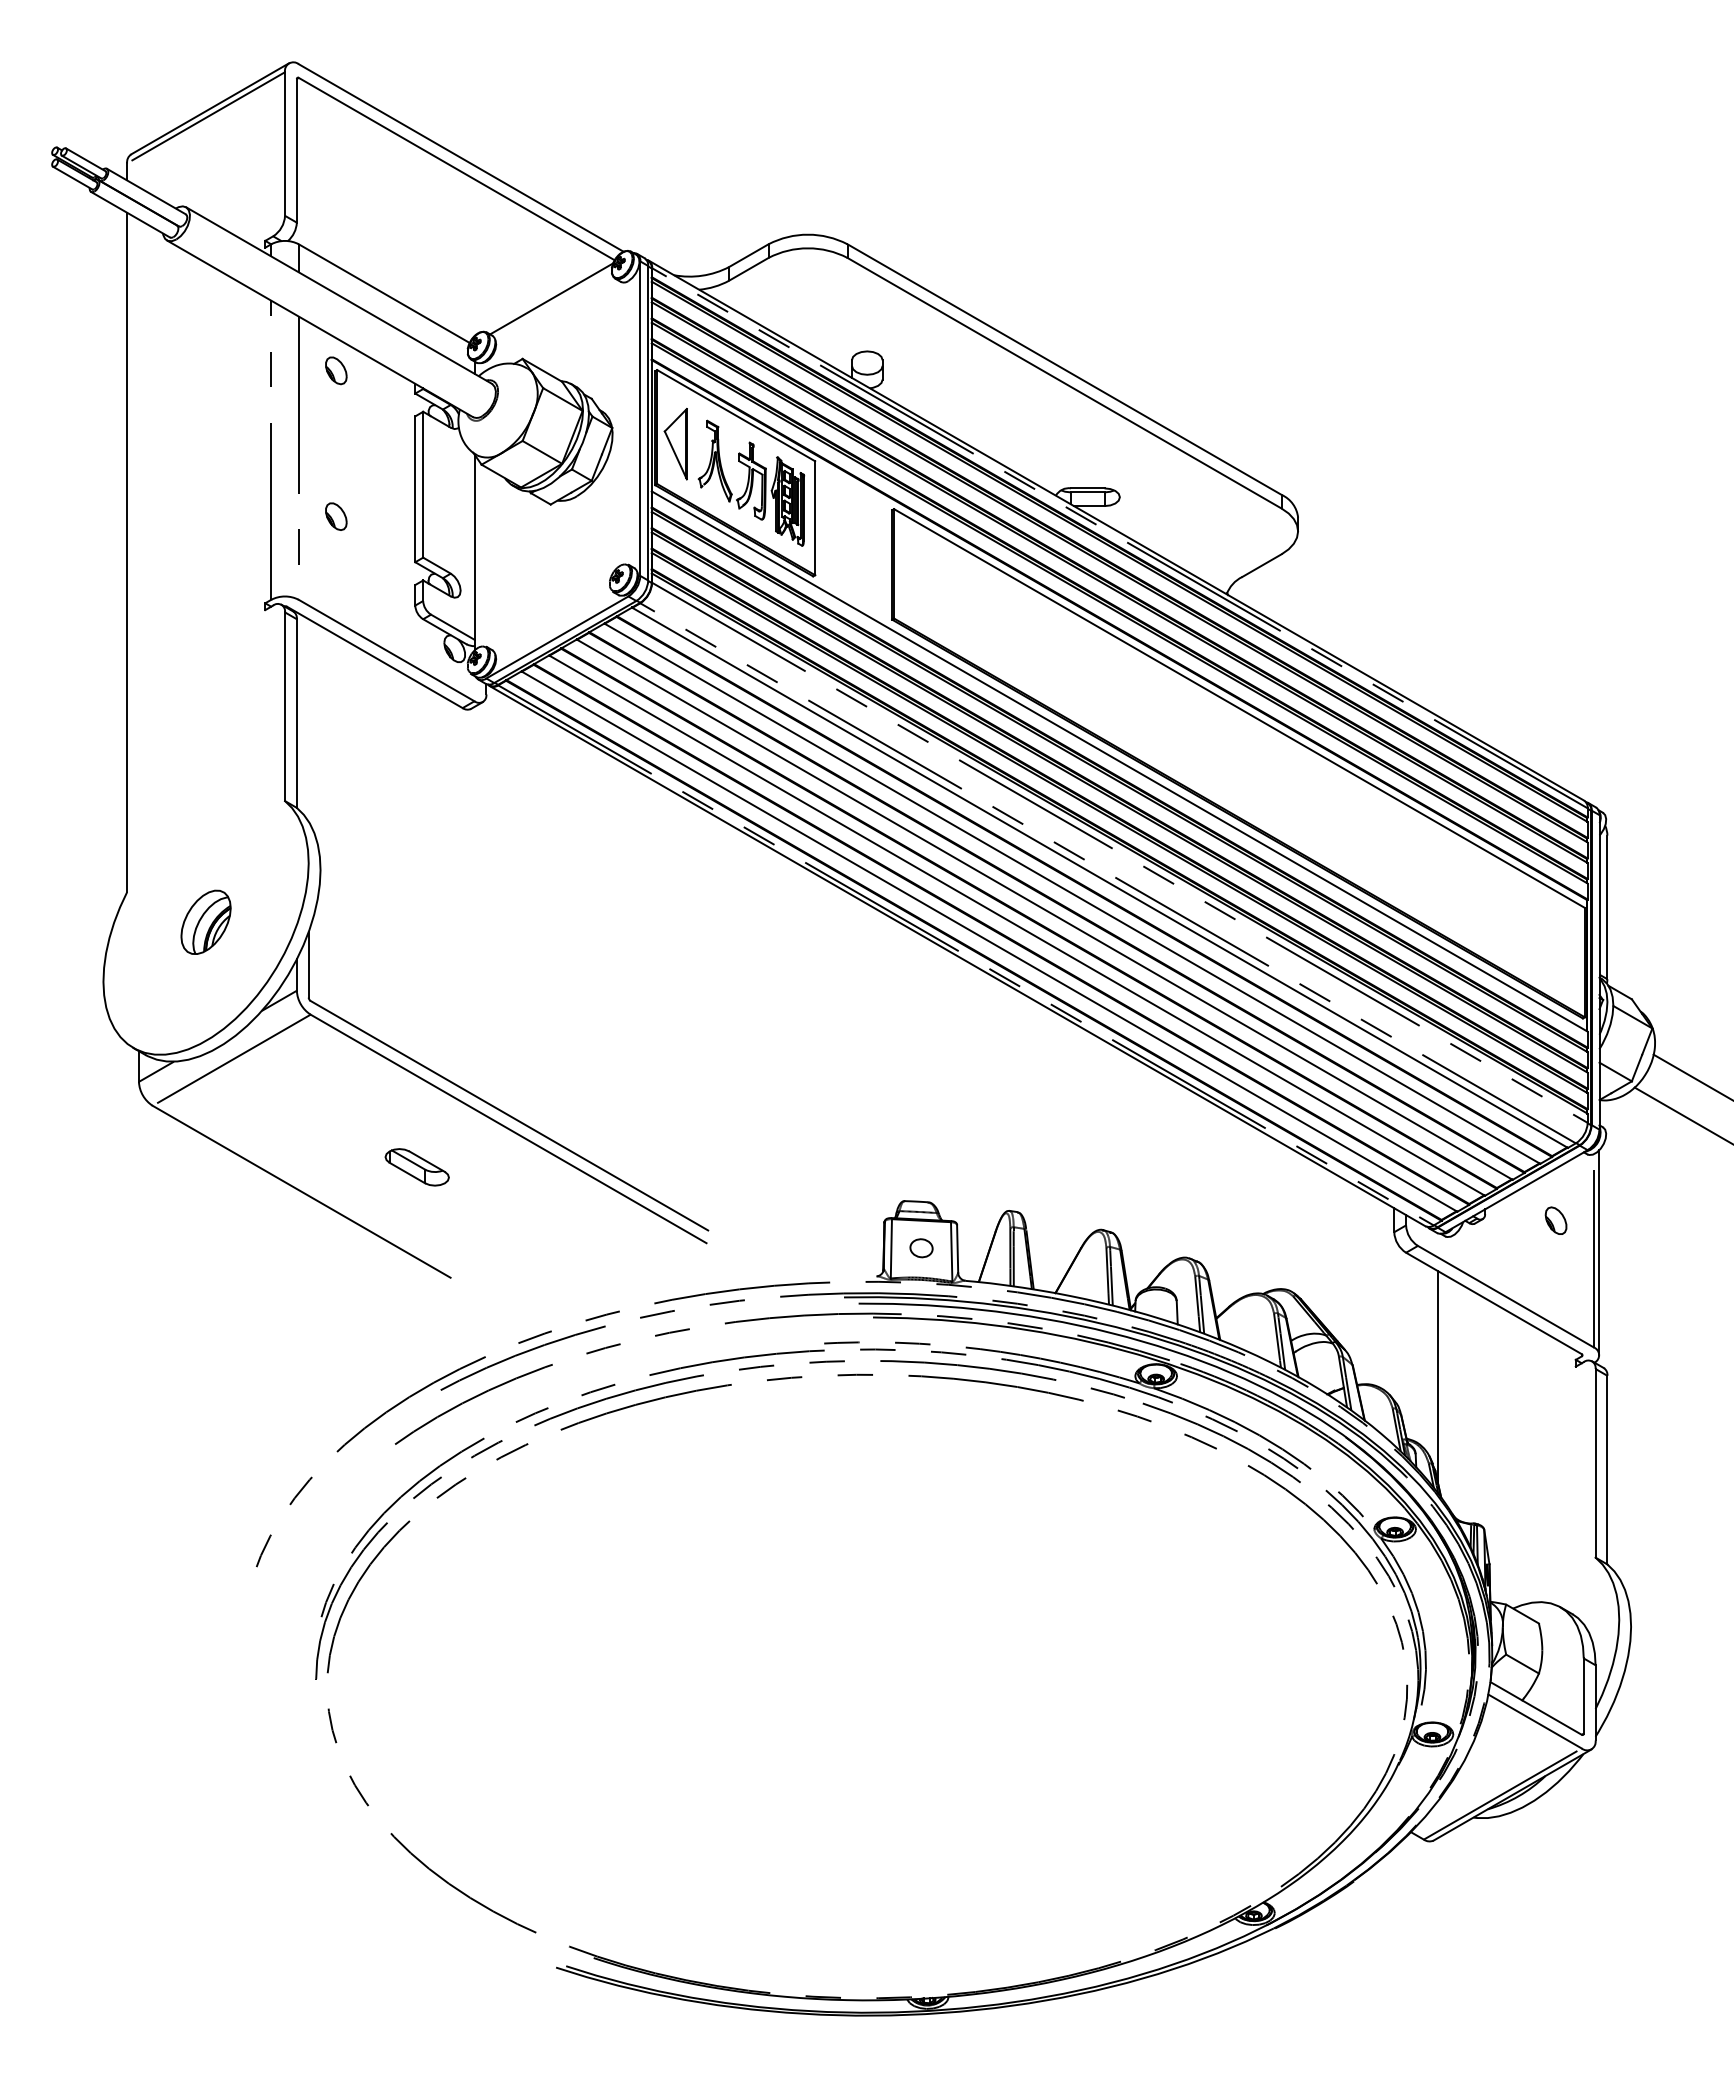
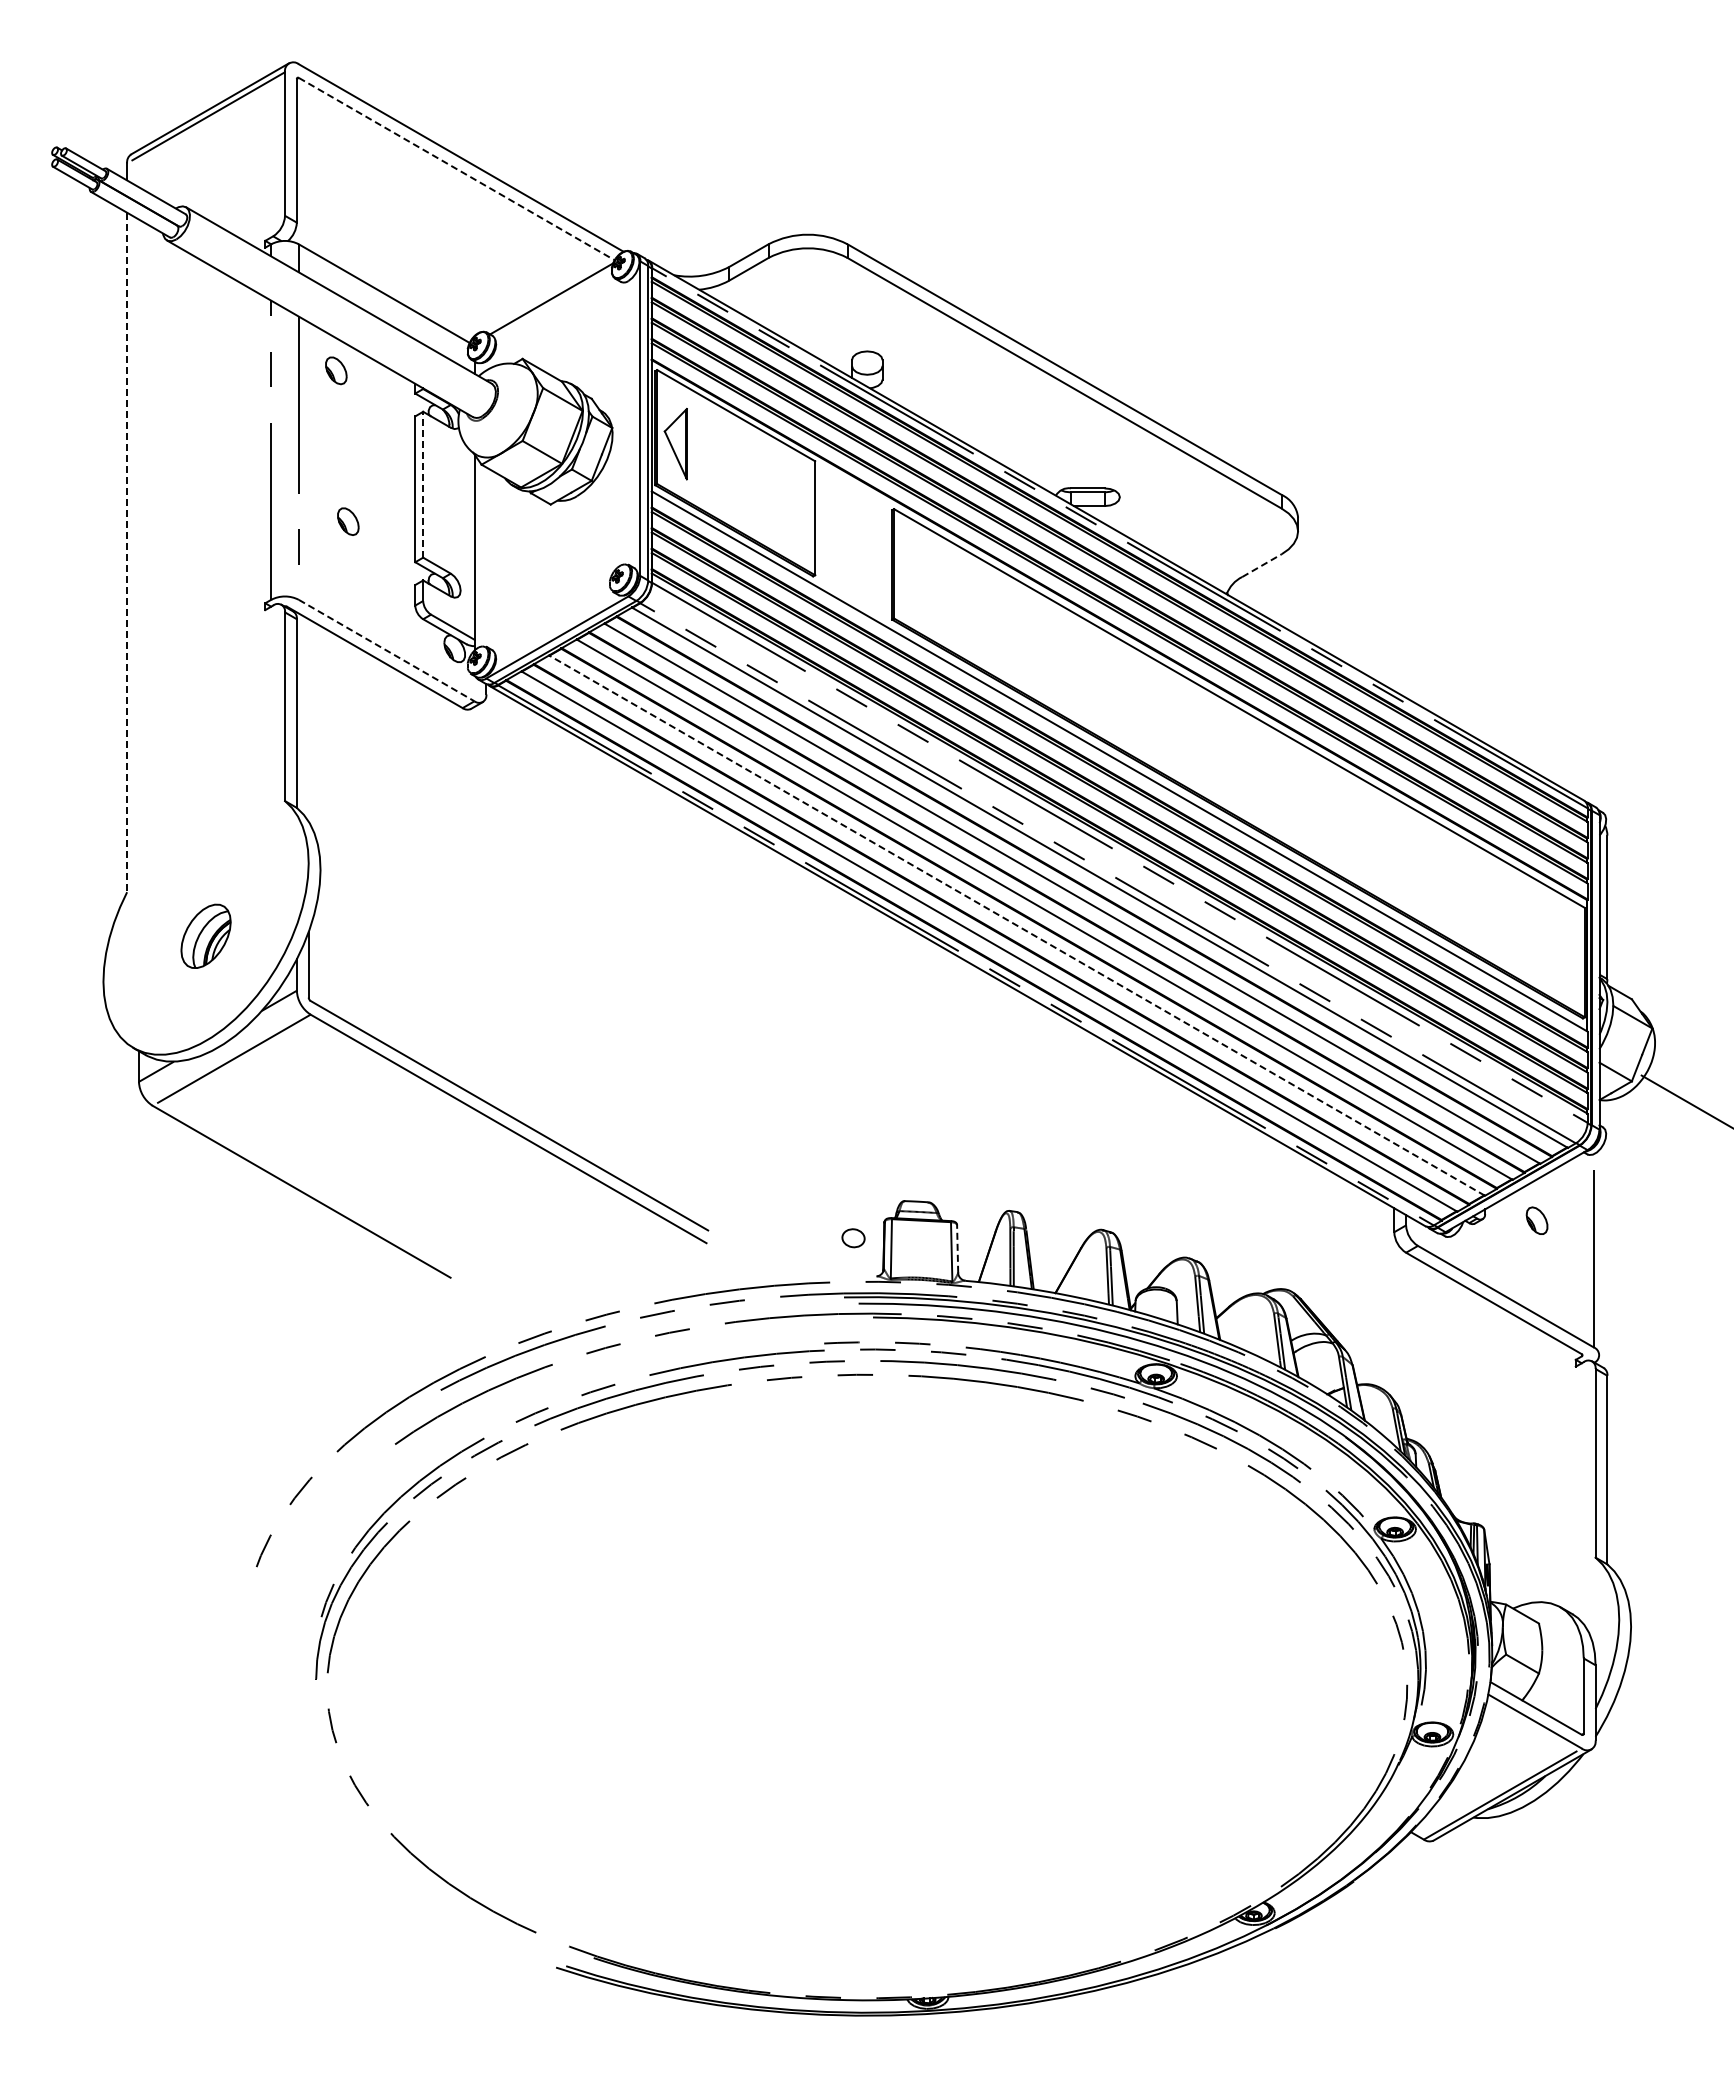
line at (457, 169): solid -> dashed
part at (751, 482): present -> none
line at (423, 484): solid -> dashed
part at (336, 516) position: (336, 516) -> (348, 521)
line at (127, 552): solid -> dashed
line at (1262, 565): solid -> dashed
line at (387, 650): solid -> dashed
part at (205, 921) position: (205, 921) -> (205, 935)
line at (1016, 925): solid -> dashed
line at (1691, 1076): present -> none
line at (1682, 1115) position: (1682, 1115) -> (1685, 1101)
part at (416, 1167): present -> none
part at (1555, 1220) position: (1555, 1220) -> (1536, 1220)
part at (921, 1248) position: (921, 1248) -> (853, 1238)
line at (957, 1248): solid -> dashed
line at (1599, 1252): present -> none
line at (1437, 1375): present -> none
